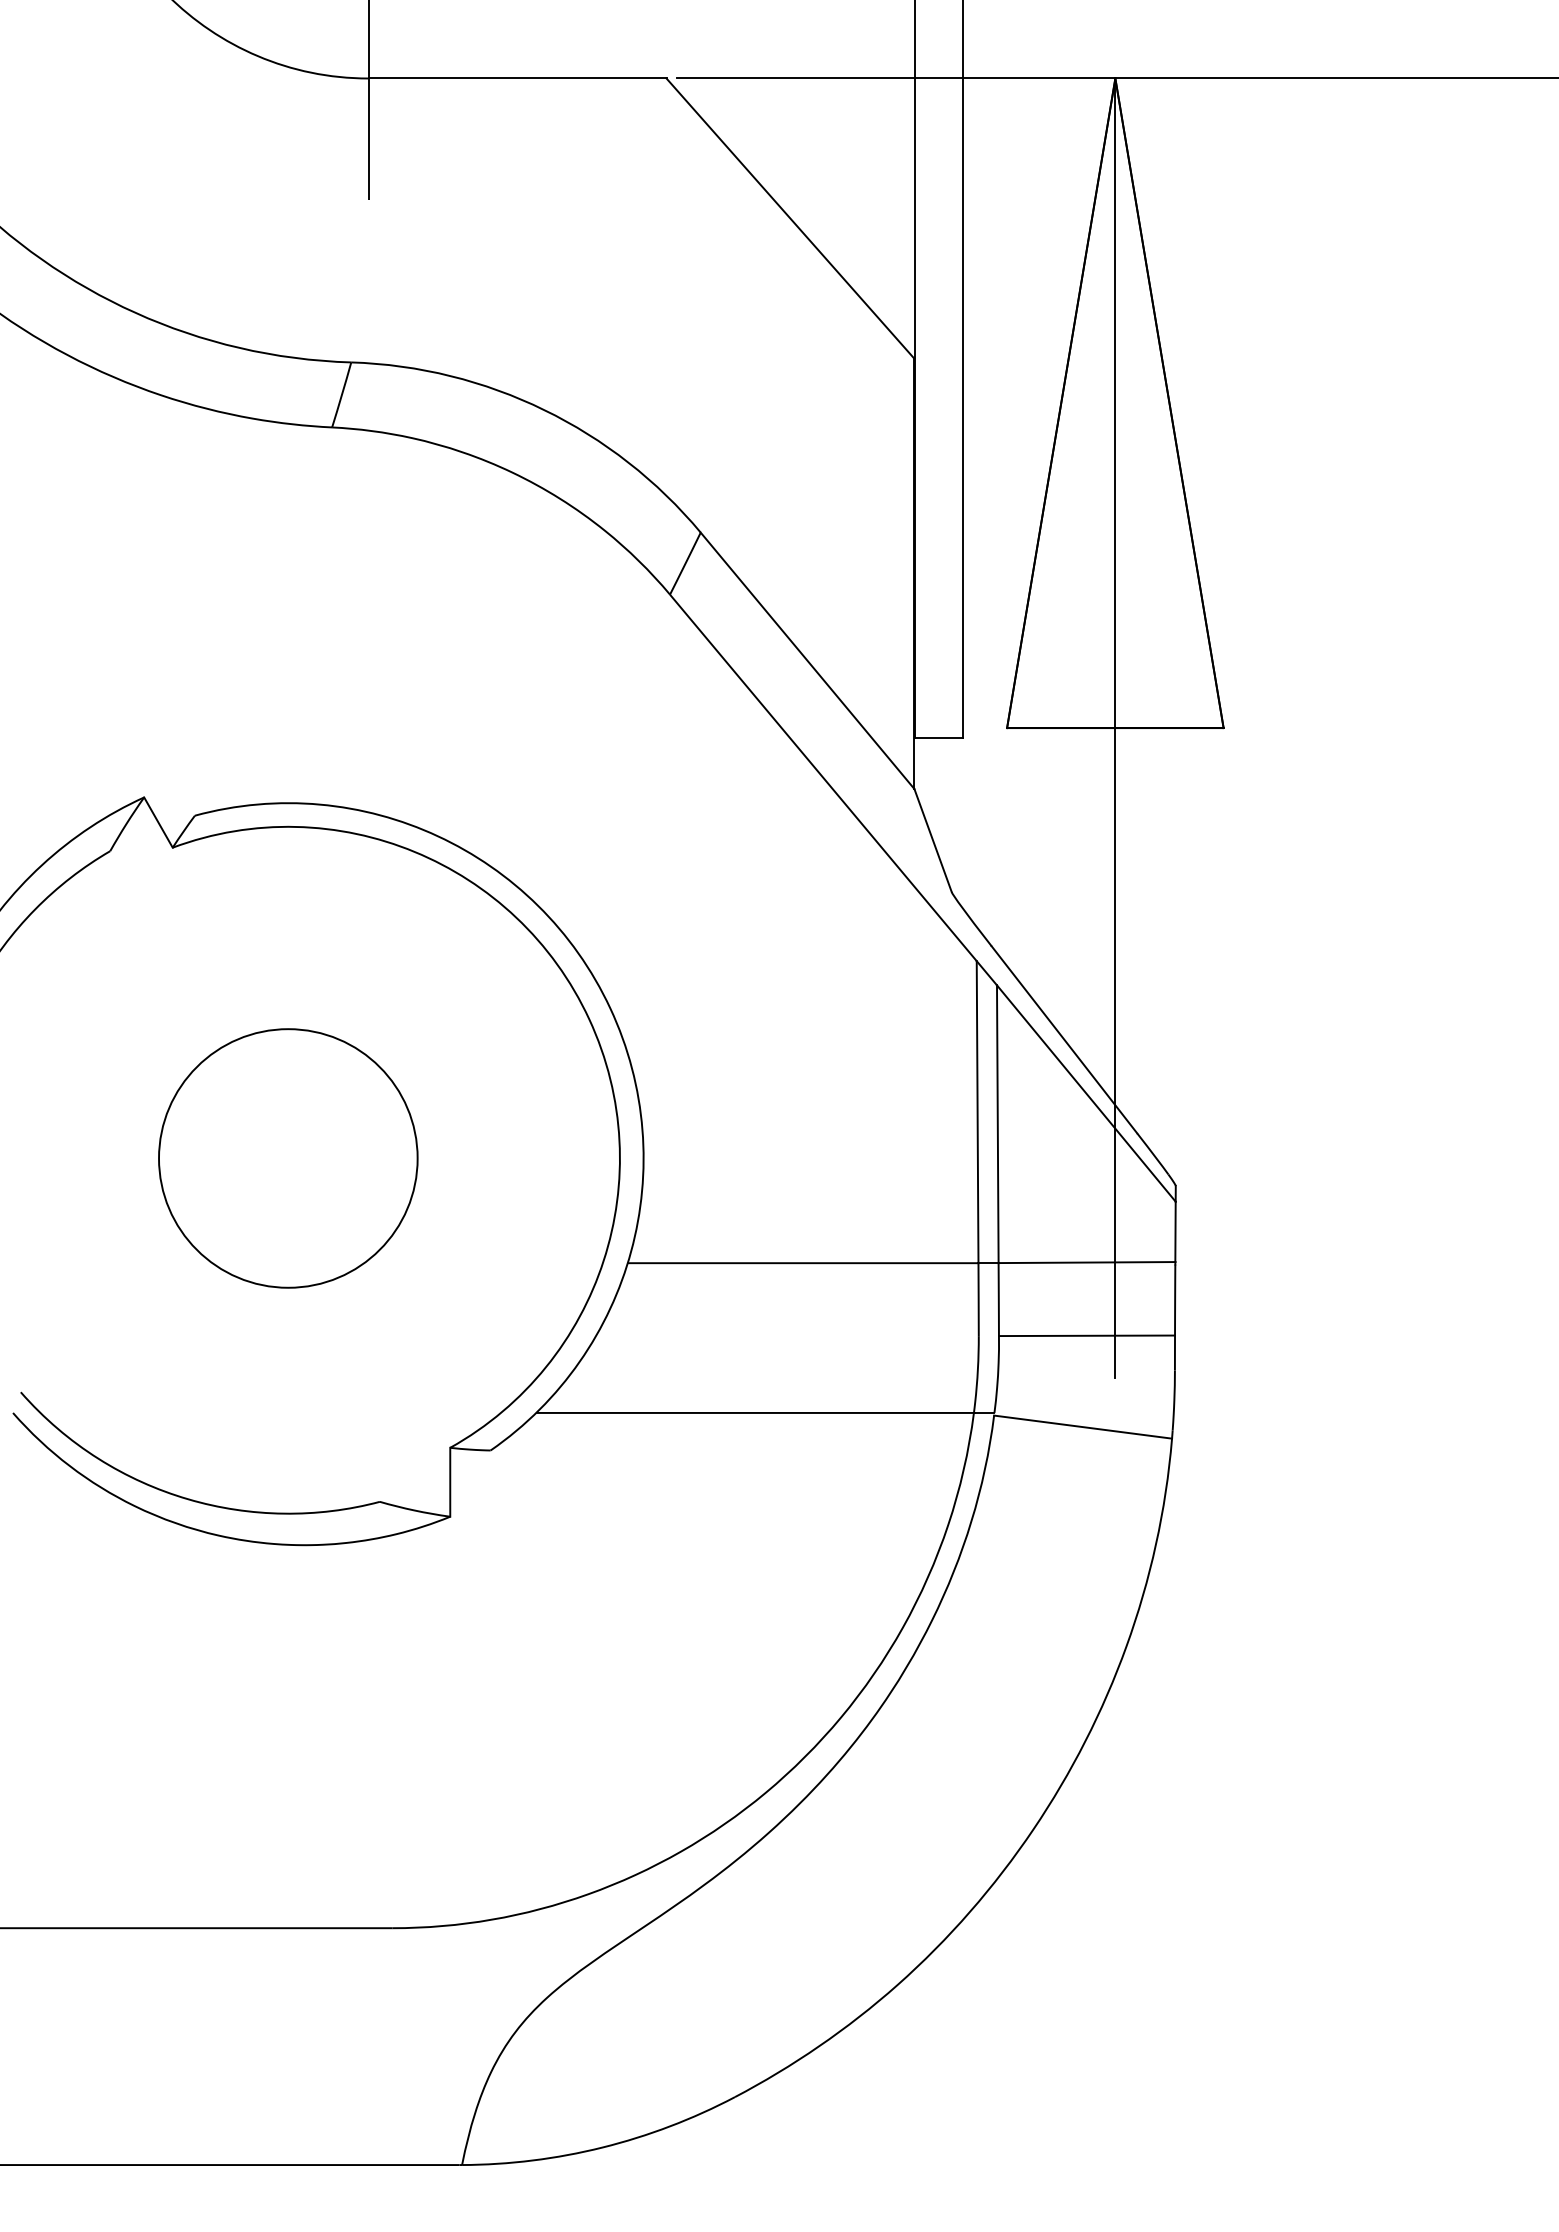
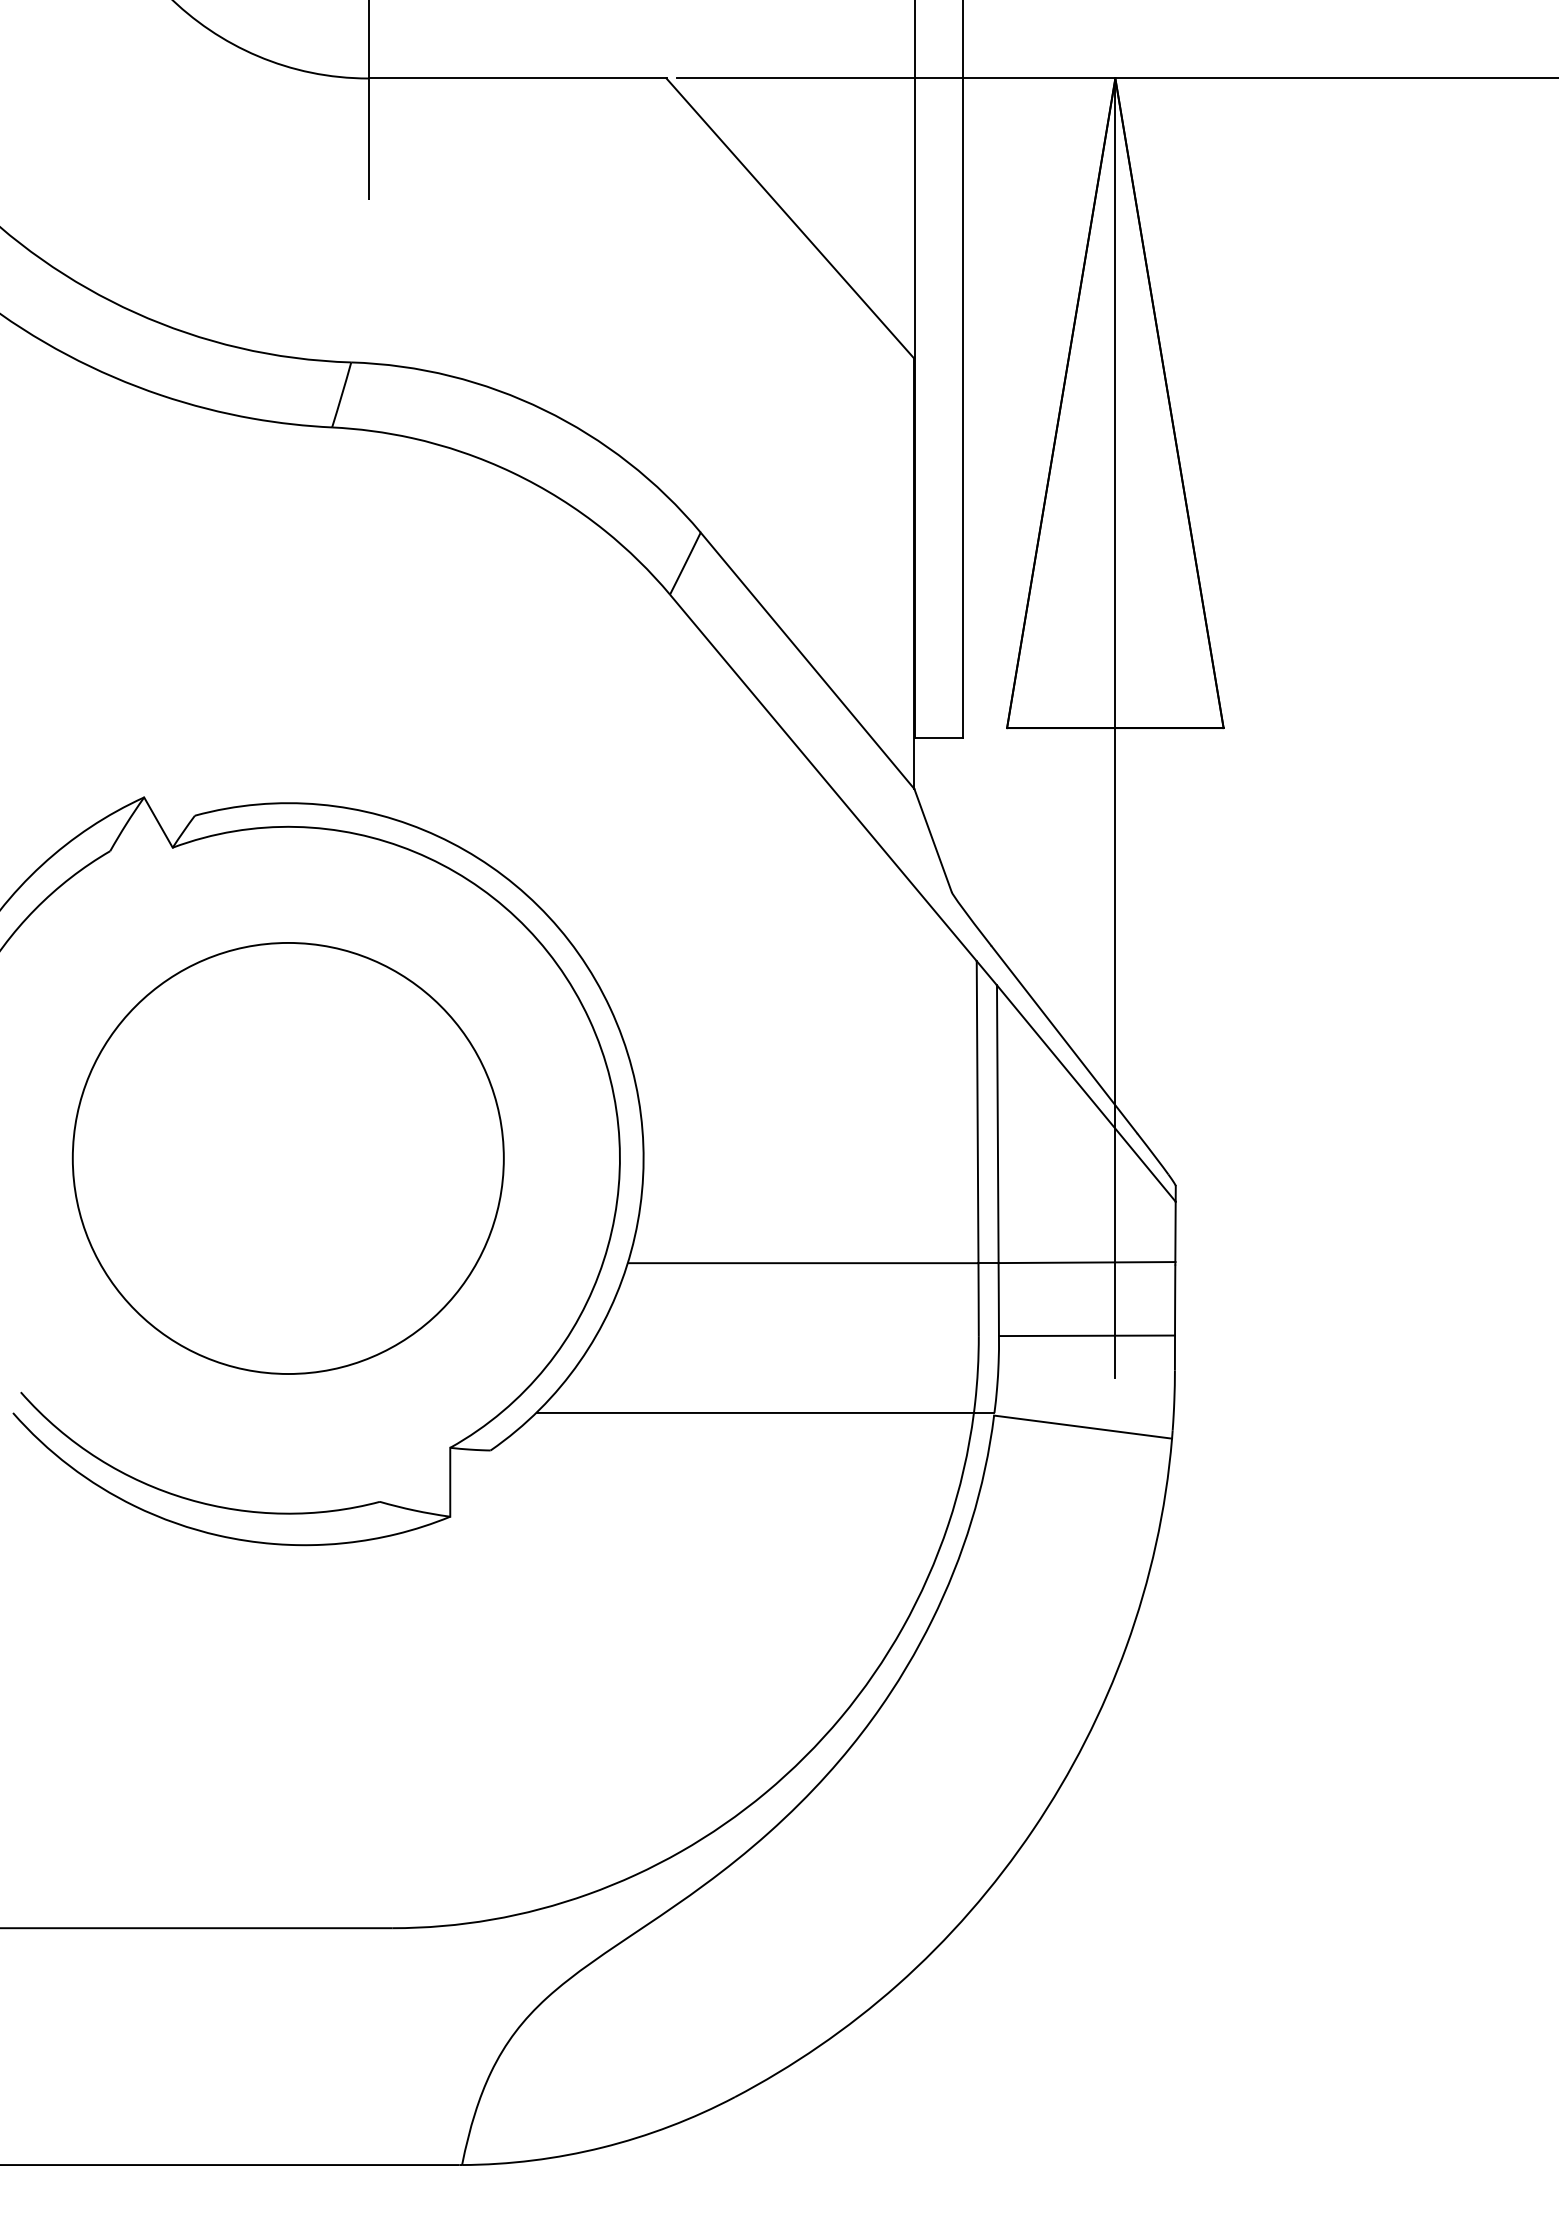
circle at (288, 1158) diameter: 259 px -> 431 px
